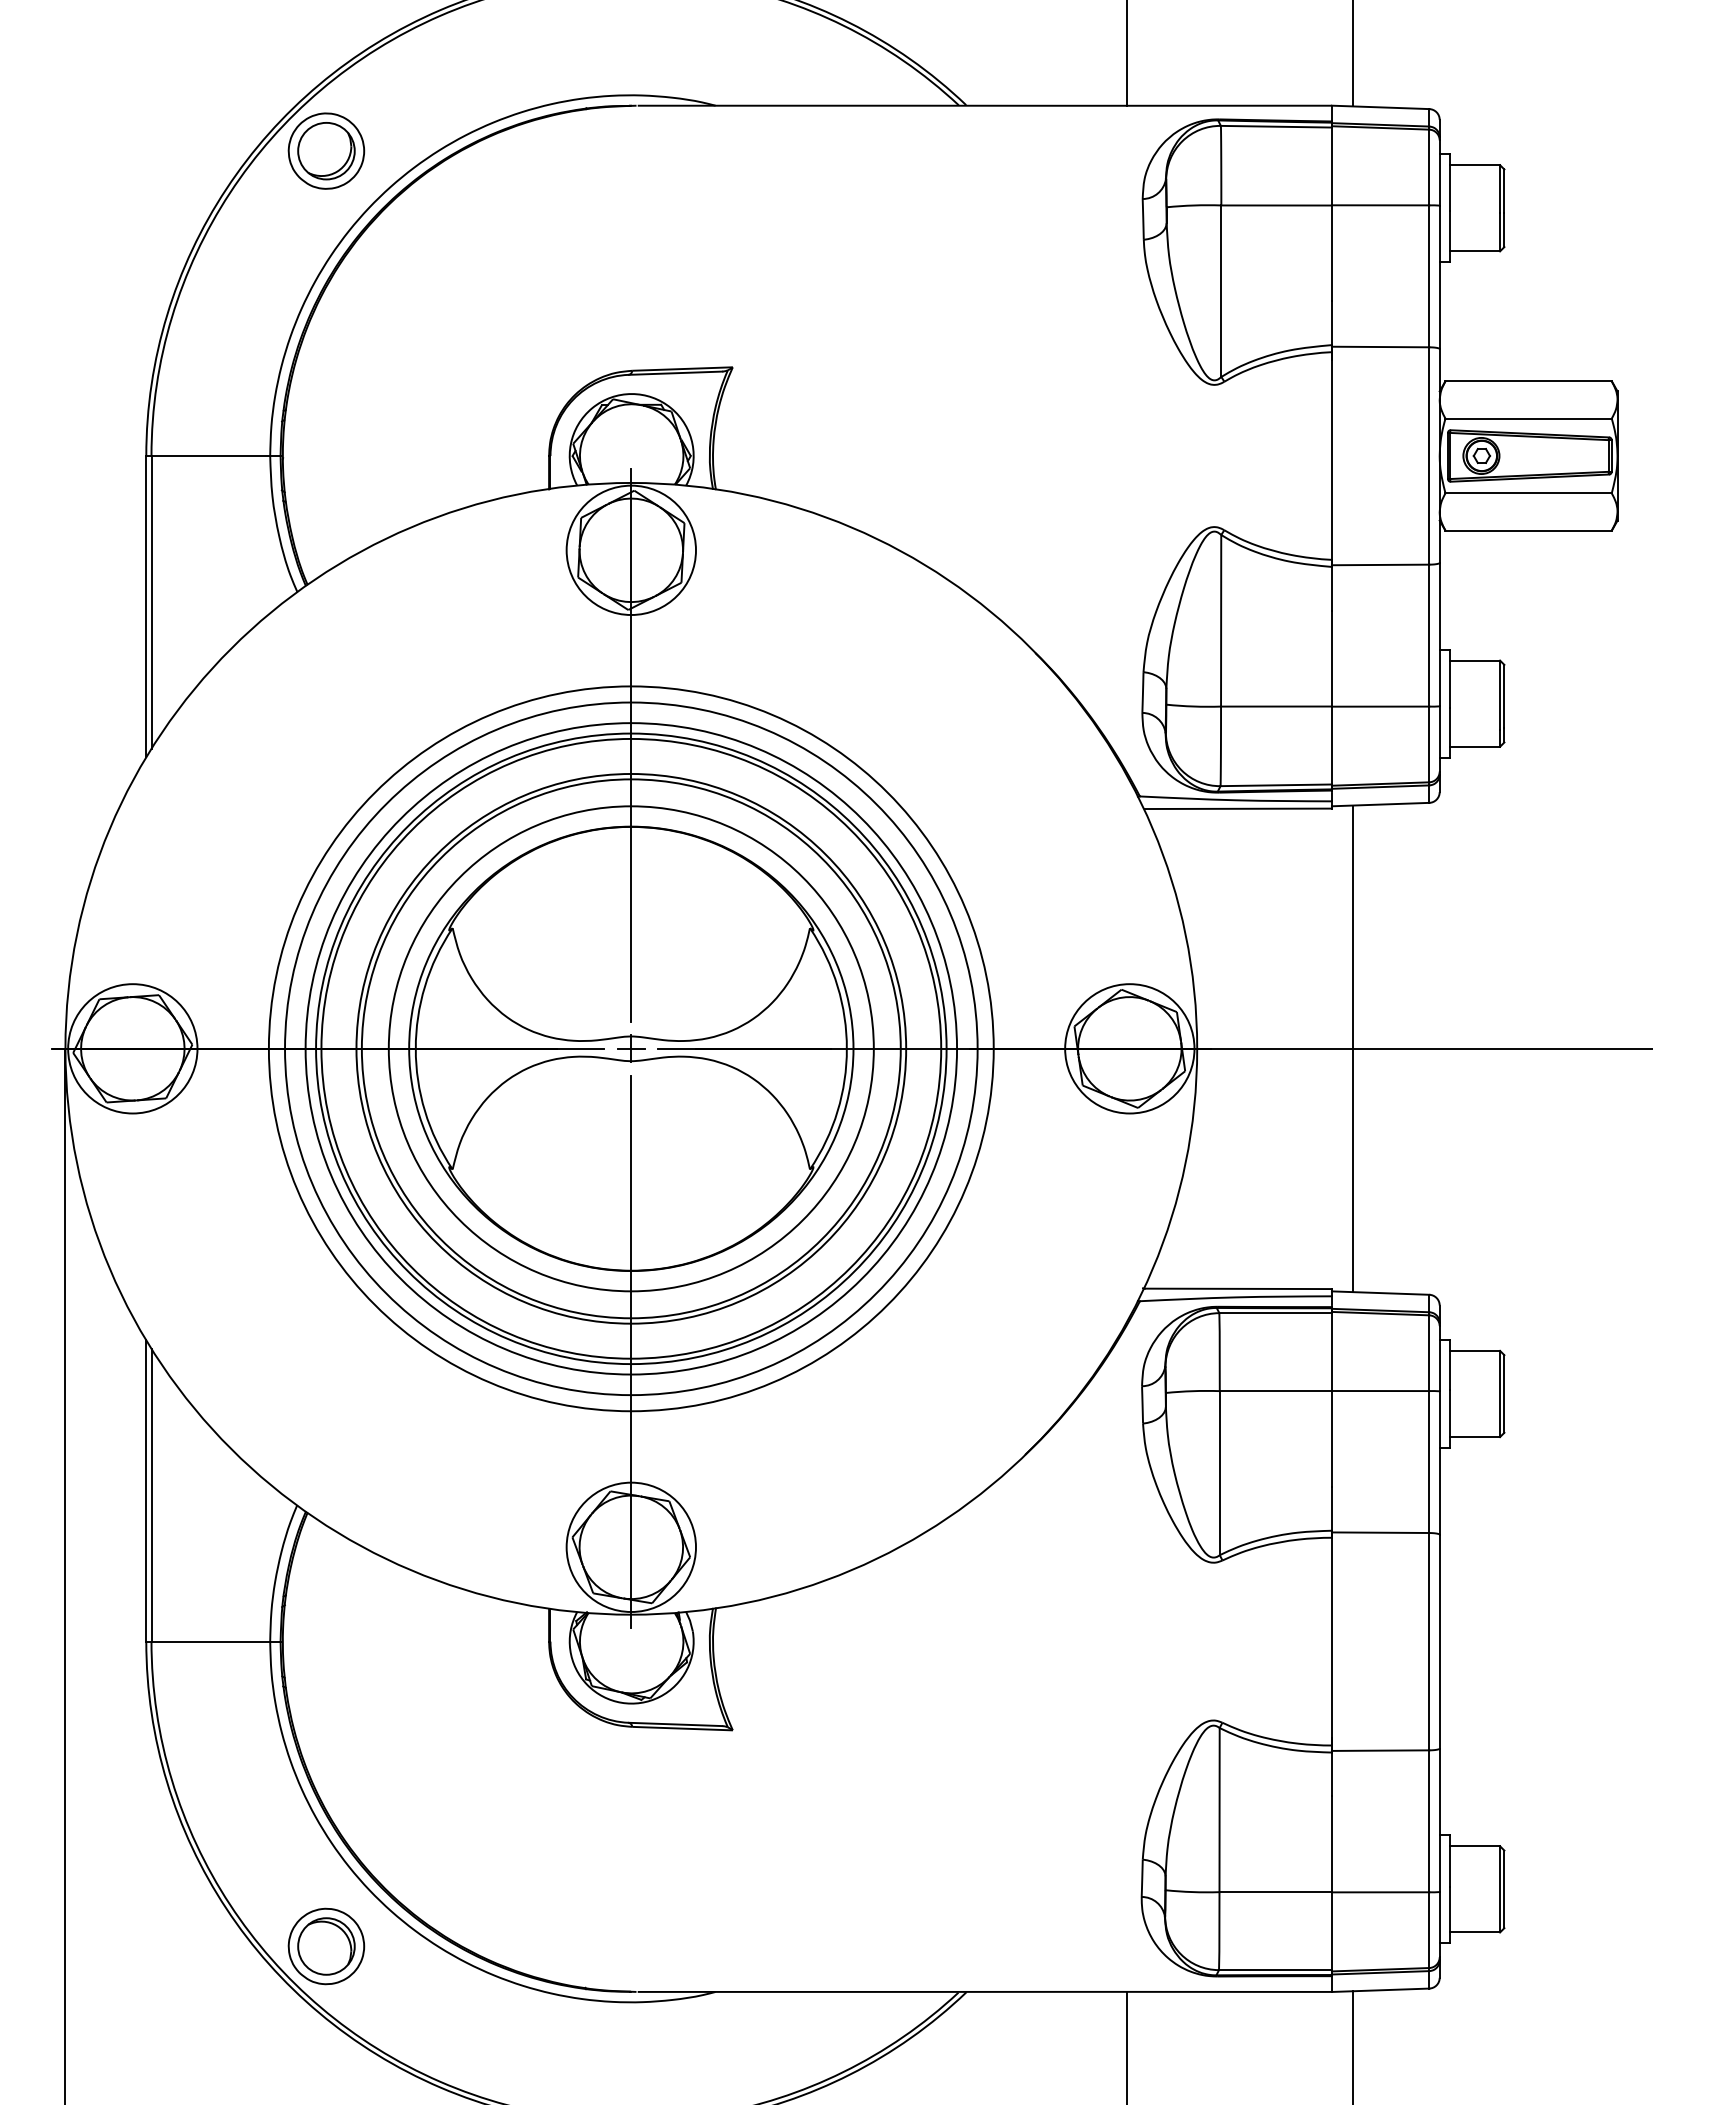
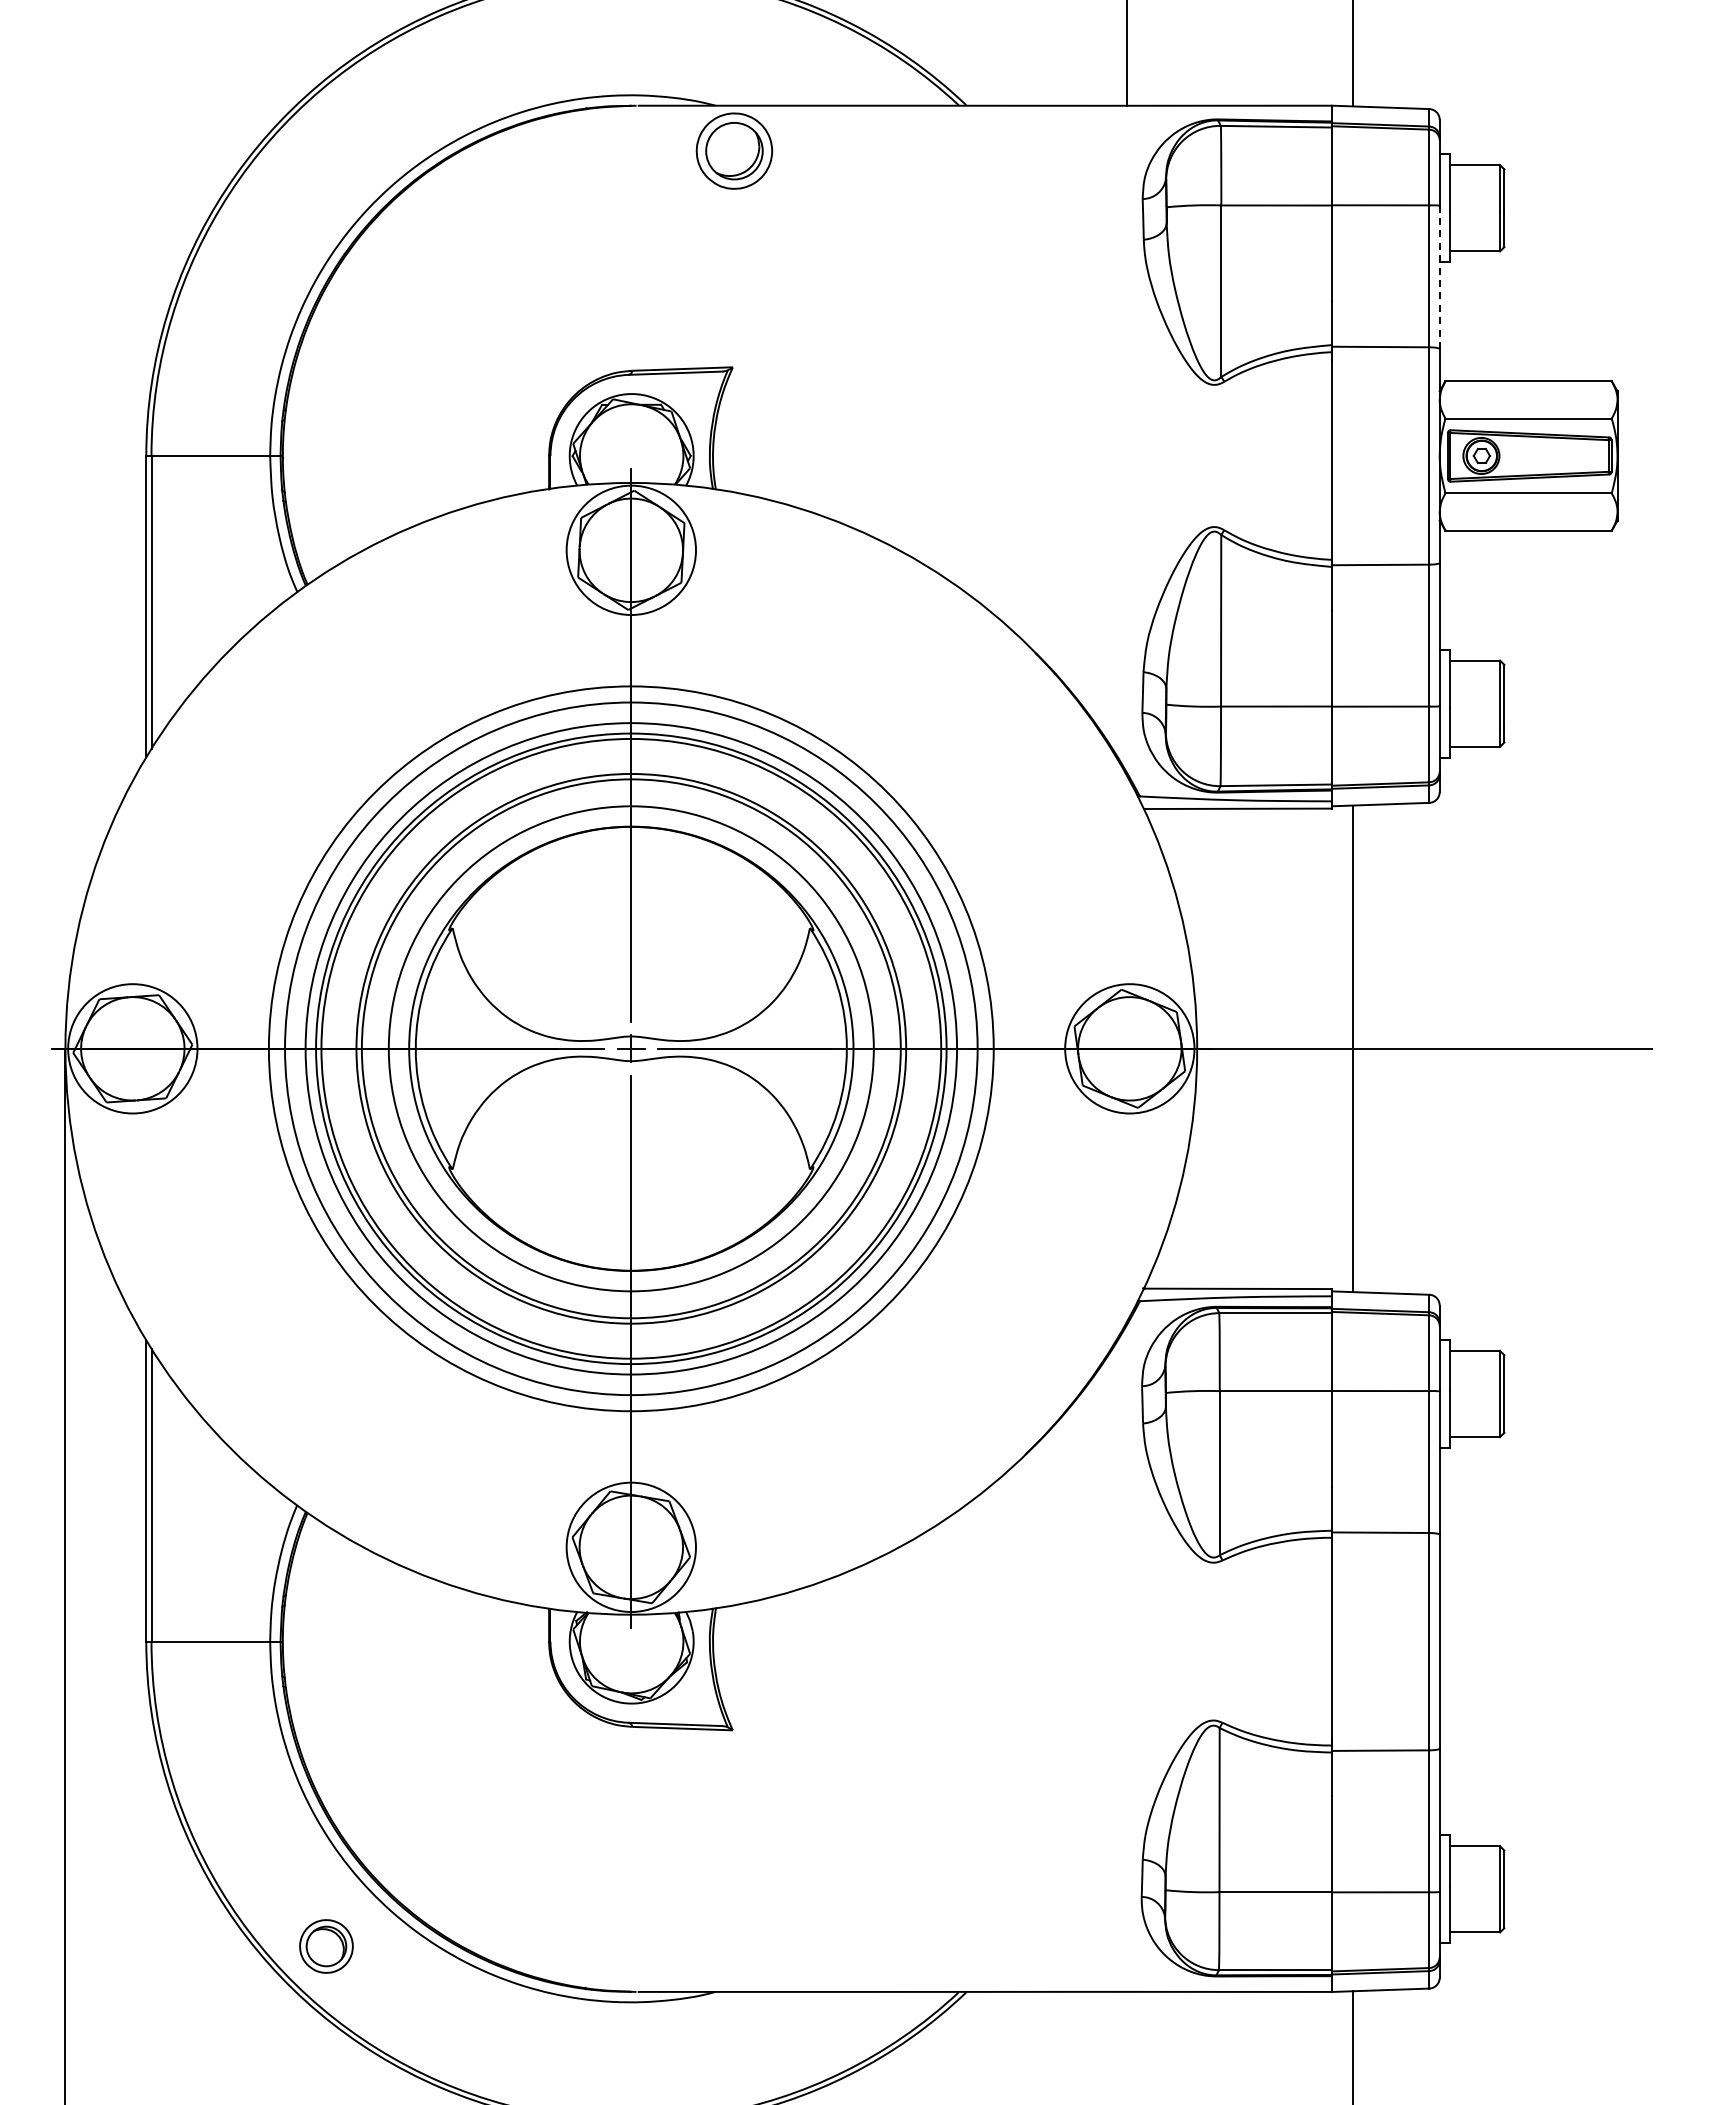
part at (326, 150) position: (326, 150) -> (734, 150)
line at (1439, 277): solid -> dashed
part at (326, 1946) size: 79x79 px -> 55x55 px
line at (1127, 2046): present -> none
